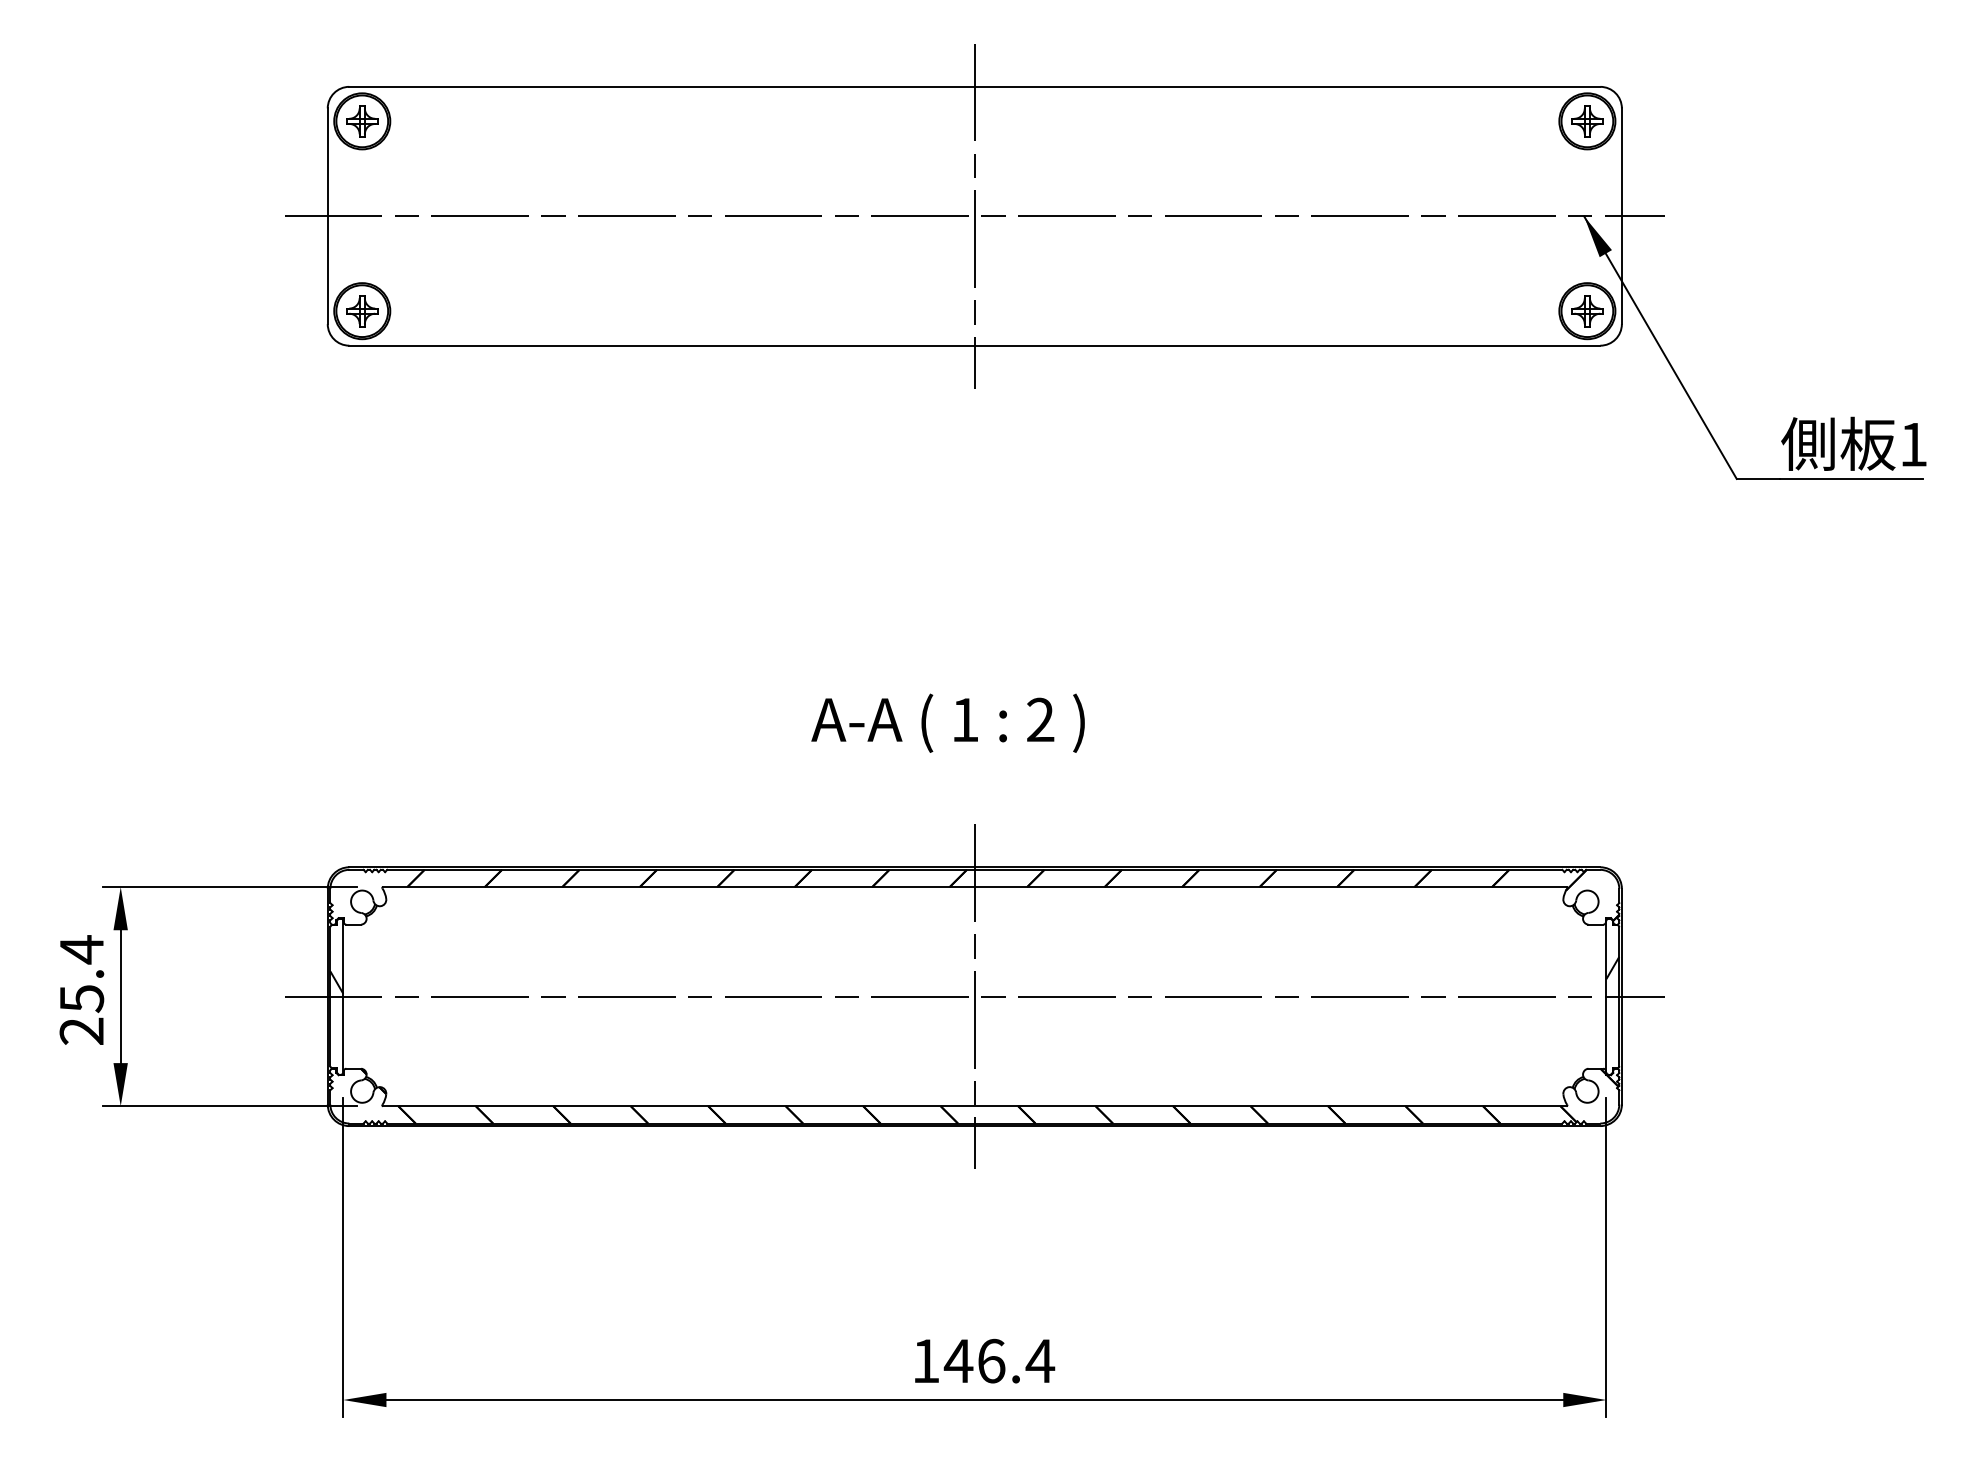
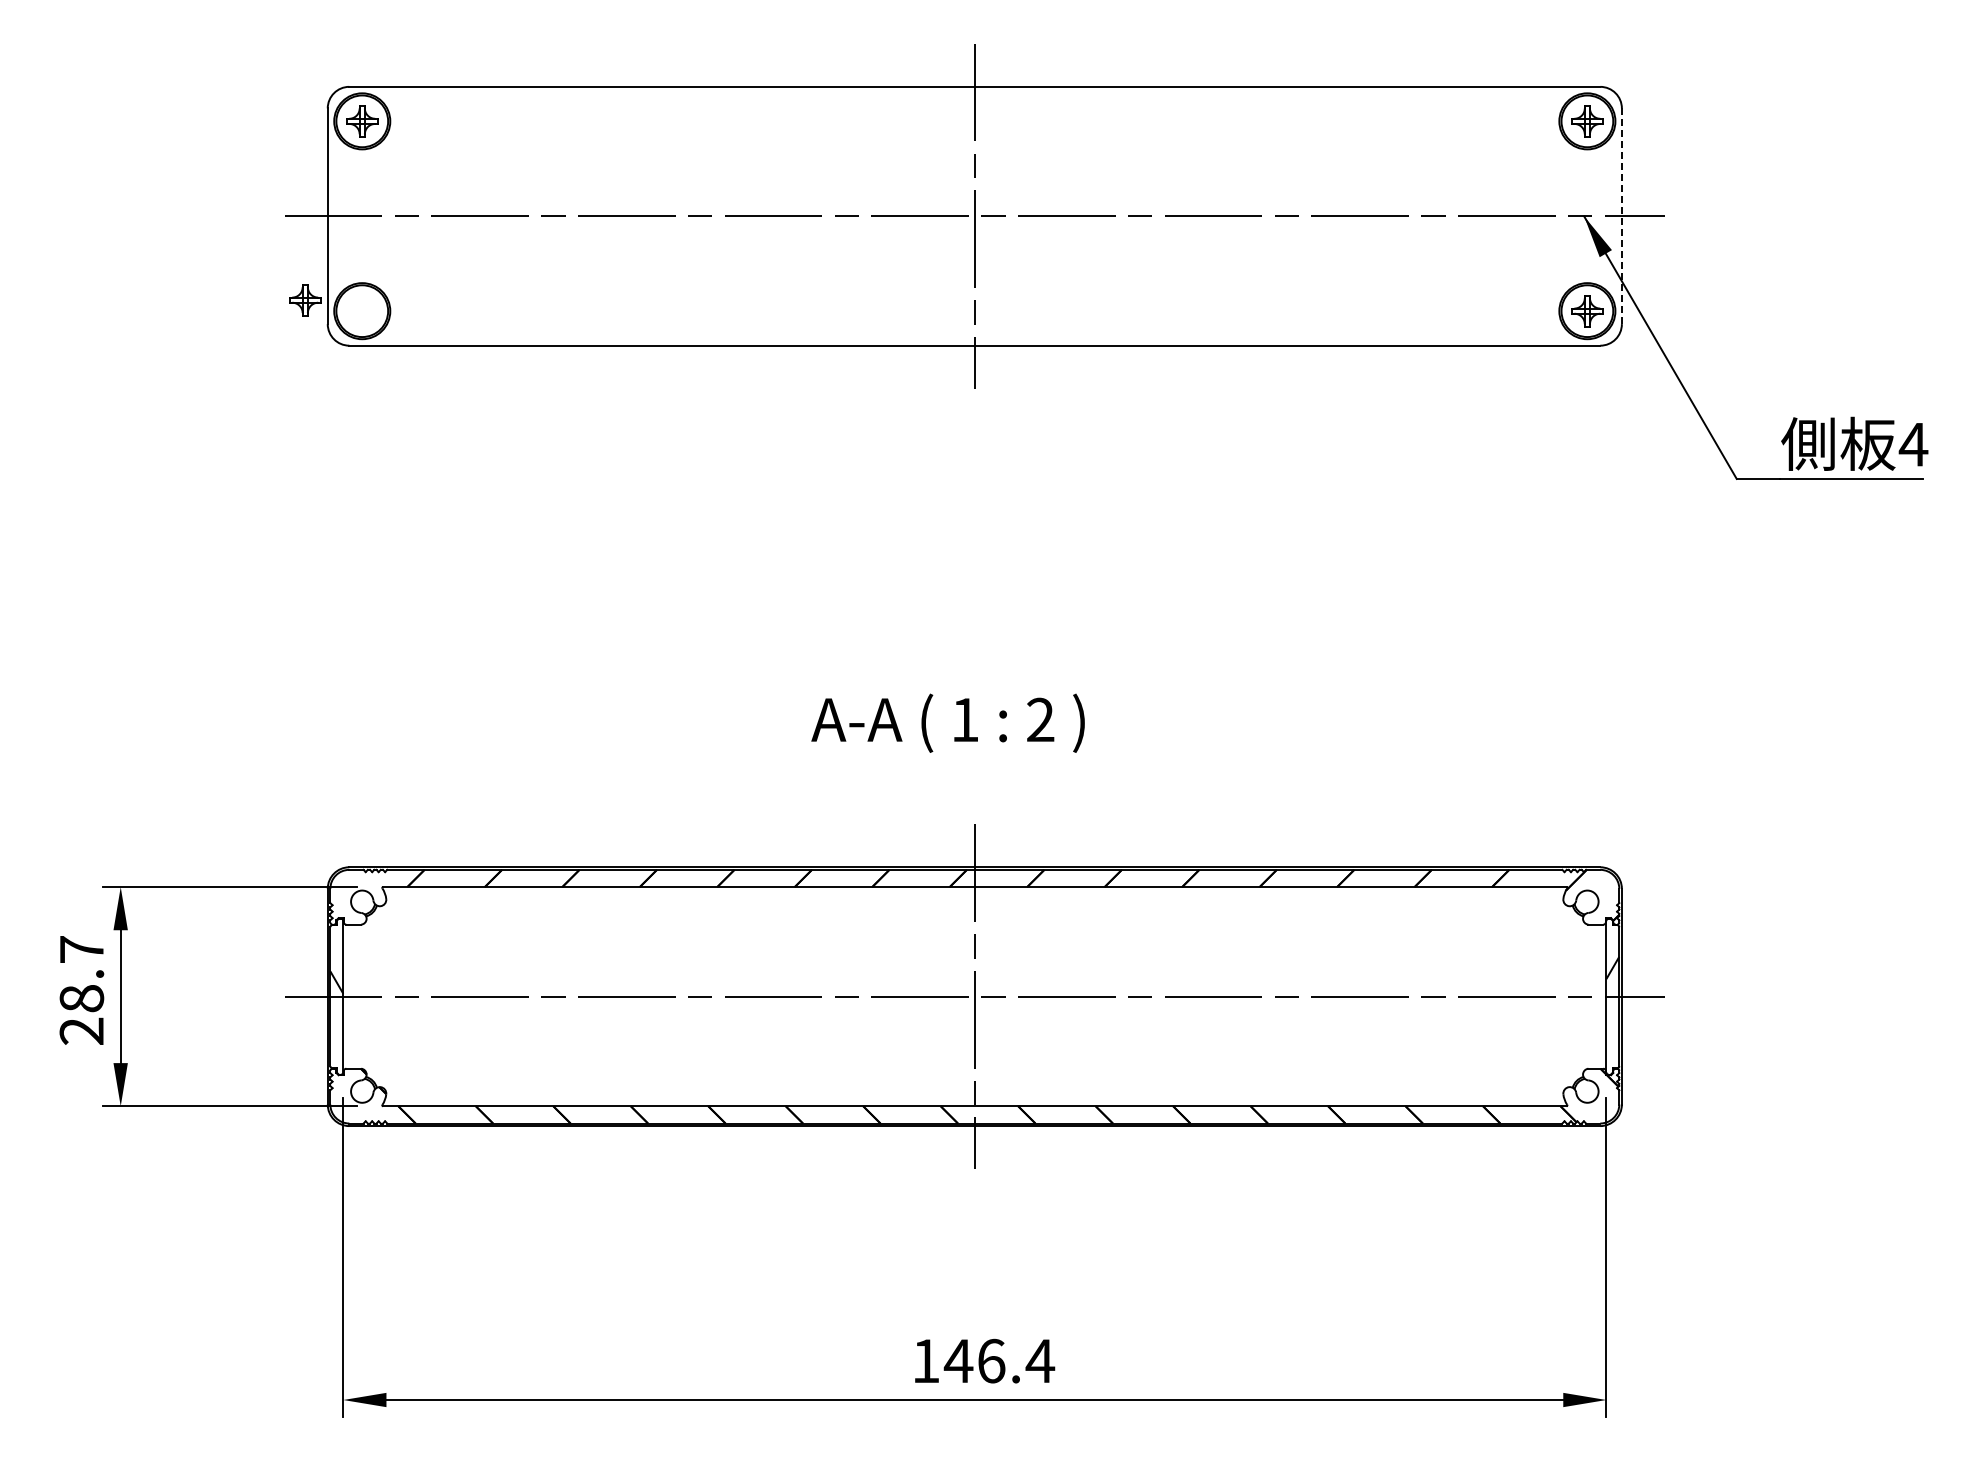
line at (1621, 216): solid -> dashed
part at (362, 311) position: (362, 311) -> (305, 300)
text at (1913, 444): 1 -> 4
text at (81, 974): 25.4 -> 28.7
